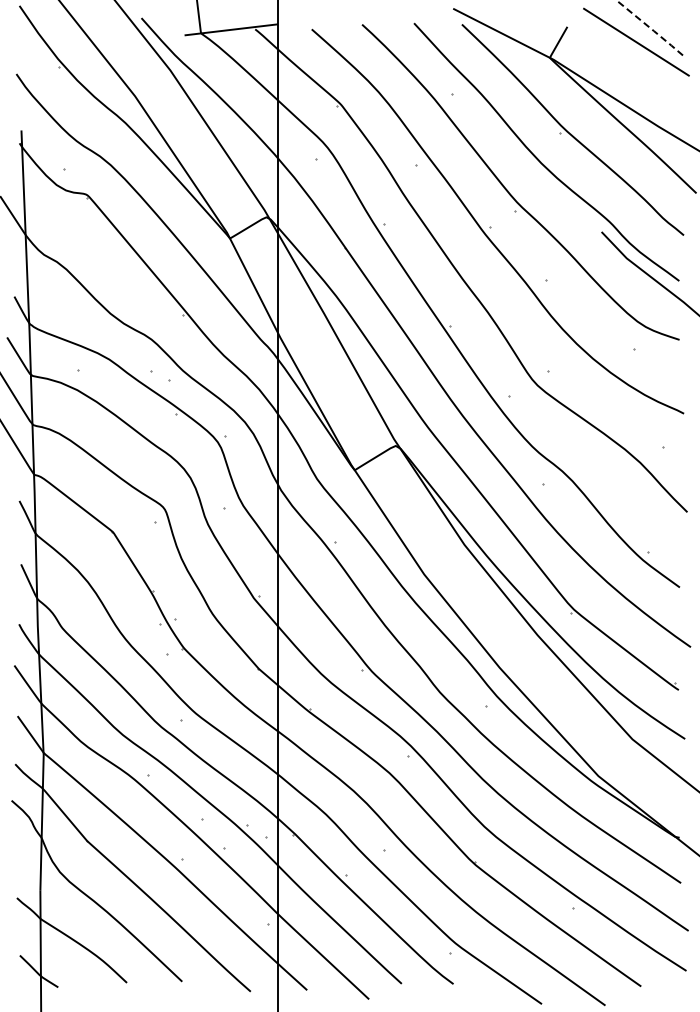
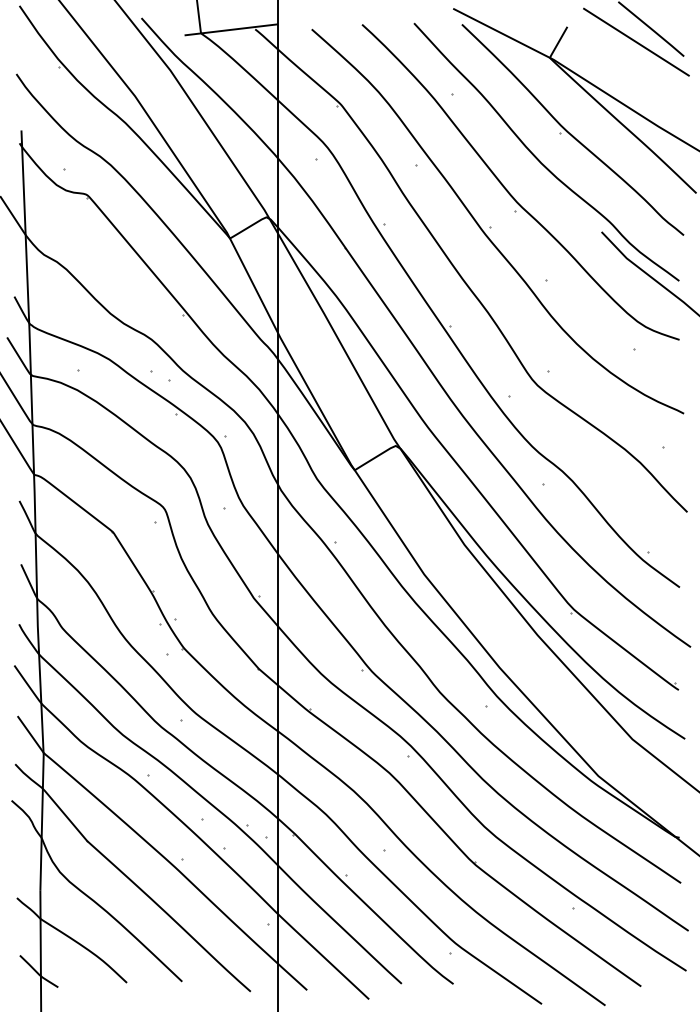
line at (652, 29): dashed -> solid
